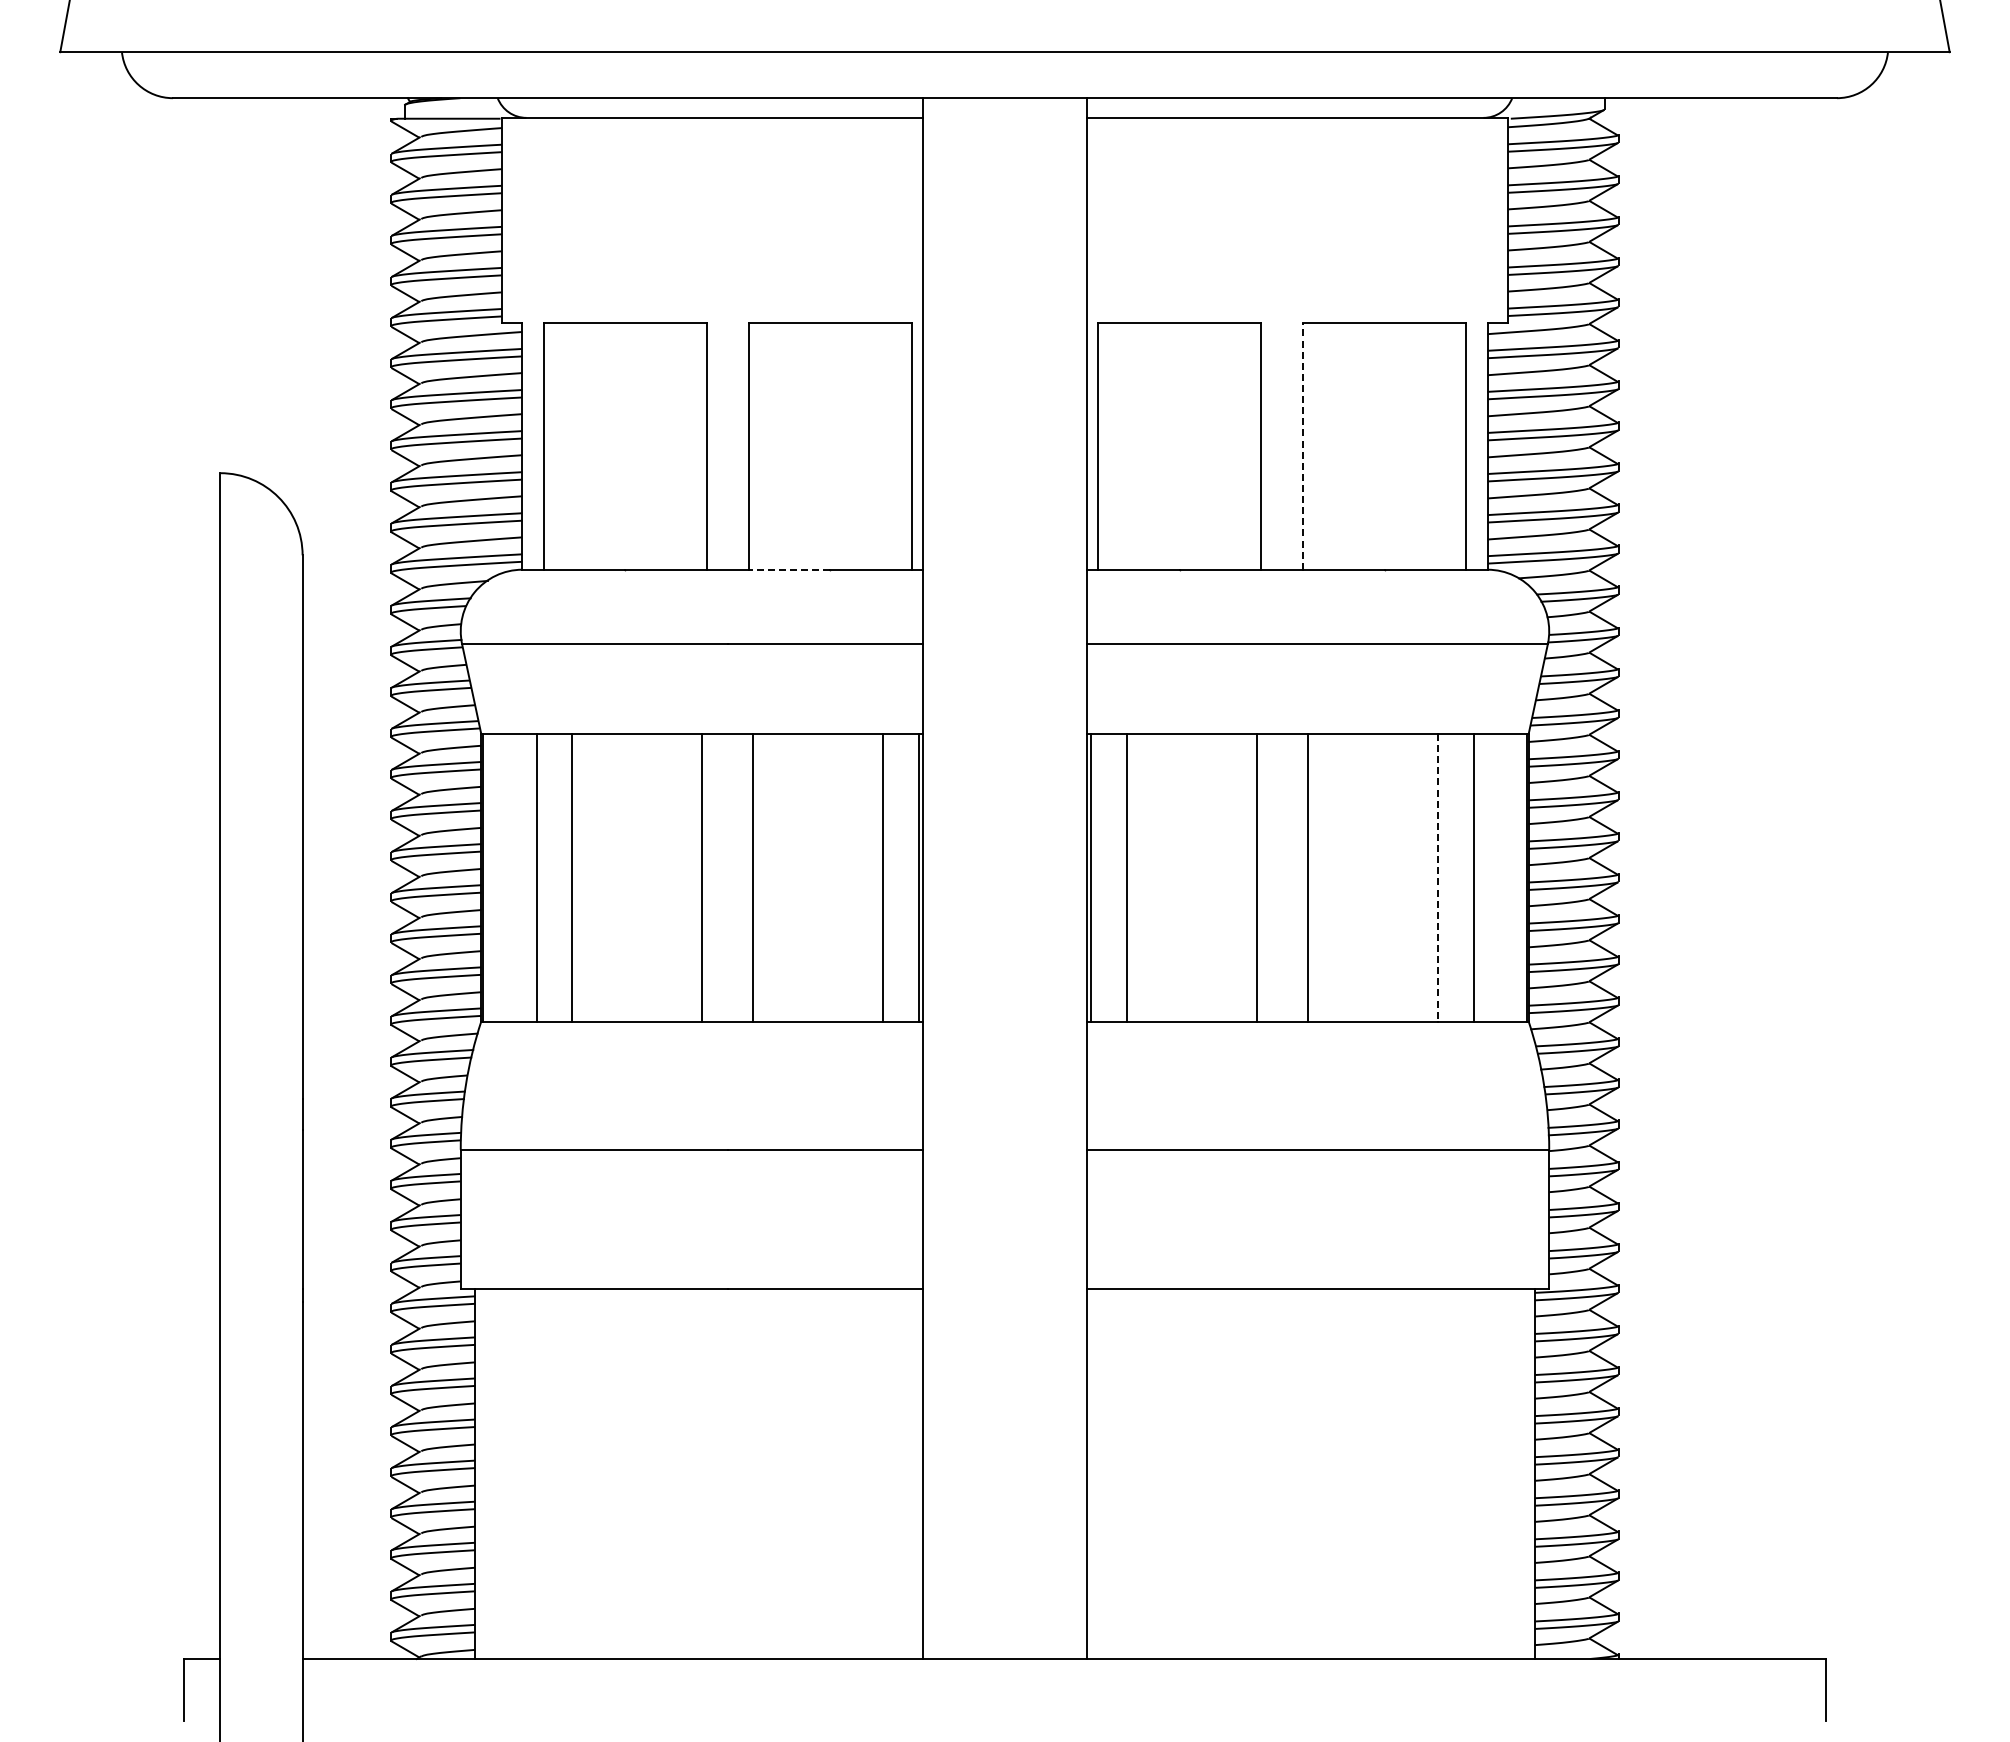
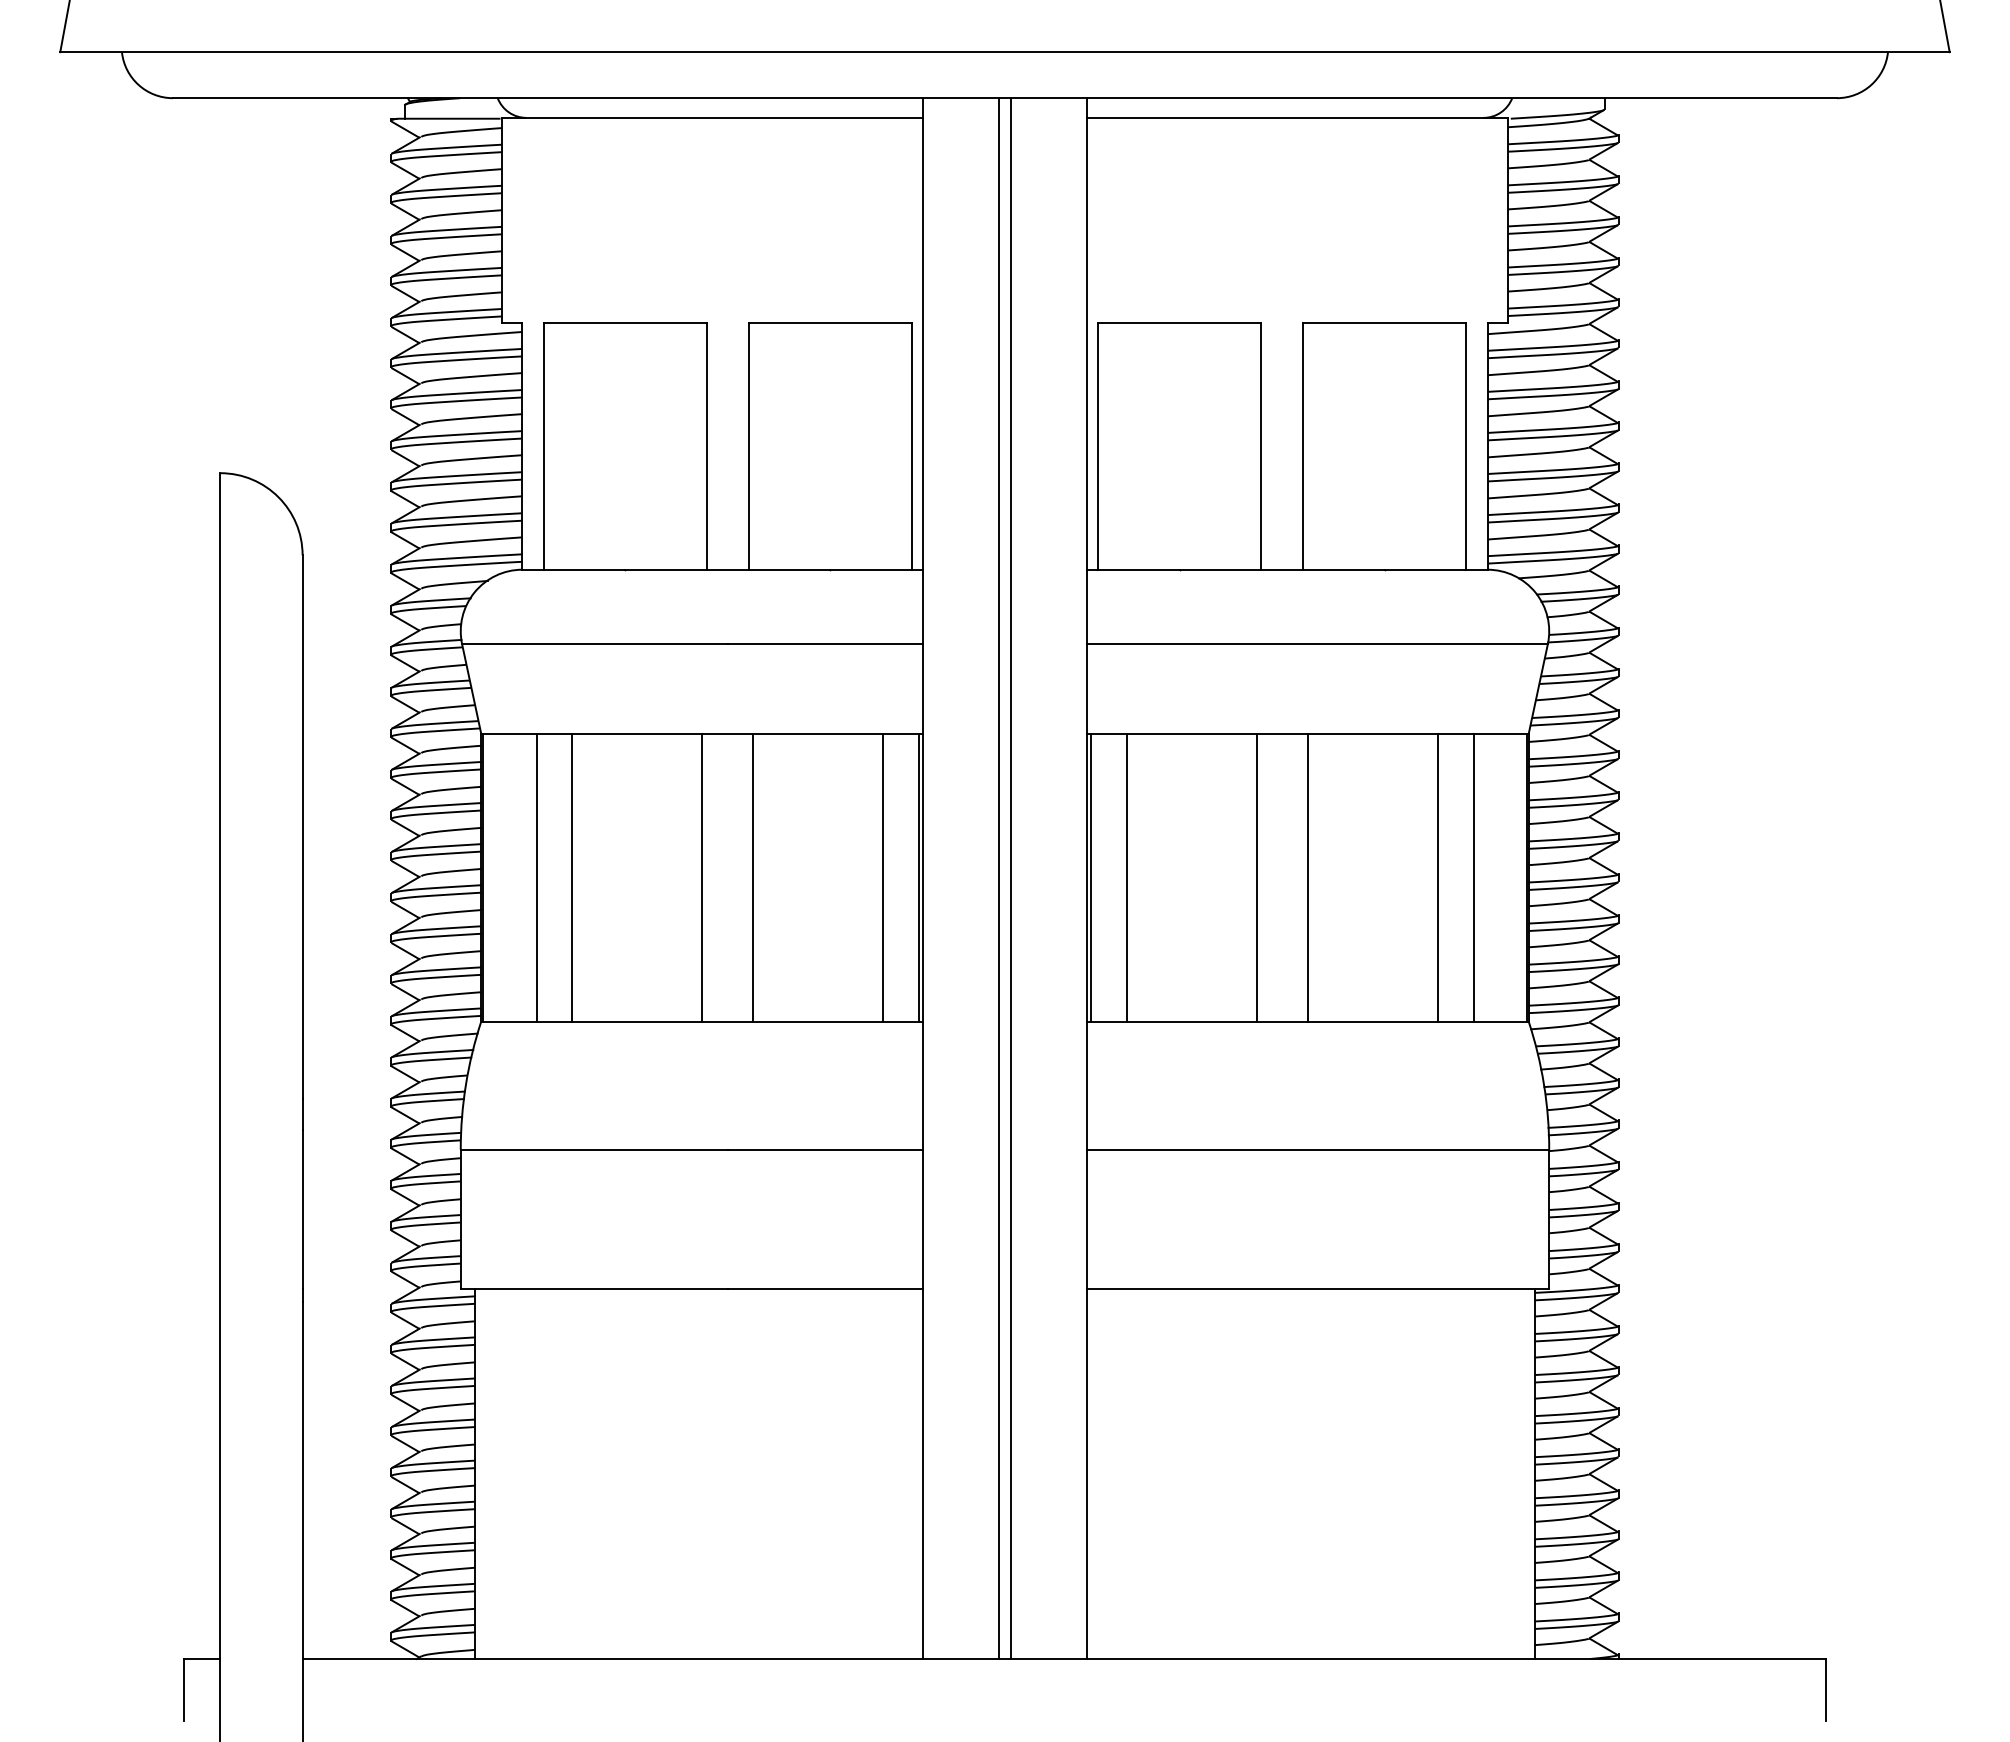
line at (1303, 446): dashed -> solid
line at (789, 569): dashed -> solid
line at (1437, 877): dashed -> solid
line at (999, 878): none -> present
line at (1010, 878): none -> present
